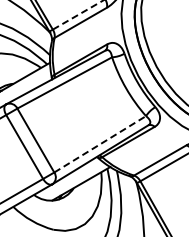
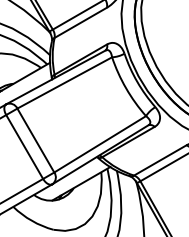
line at (78, 14): dashed -> solid
line at (100, 144): dashed -> solid
